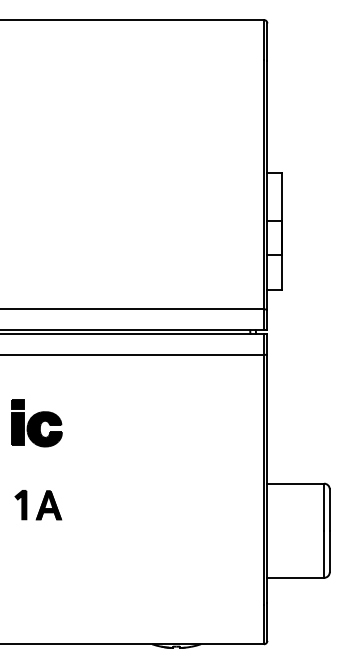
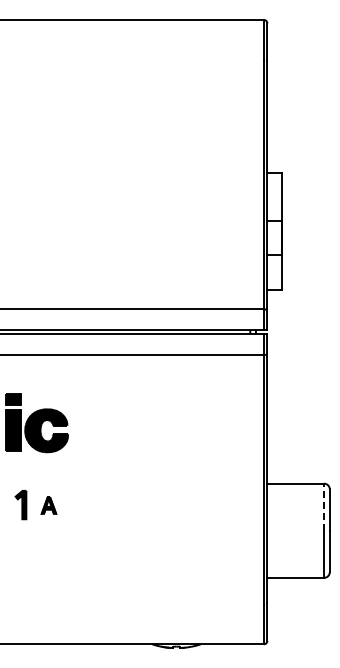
part at (36, 423) size: 52x49 px -> 64x61 px
part at (48, 505) size: 28x31 px -> 18x19 px
line at (324, 507): solid -> dashed
